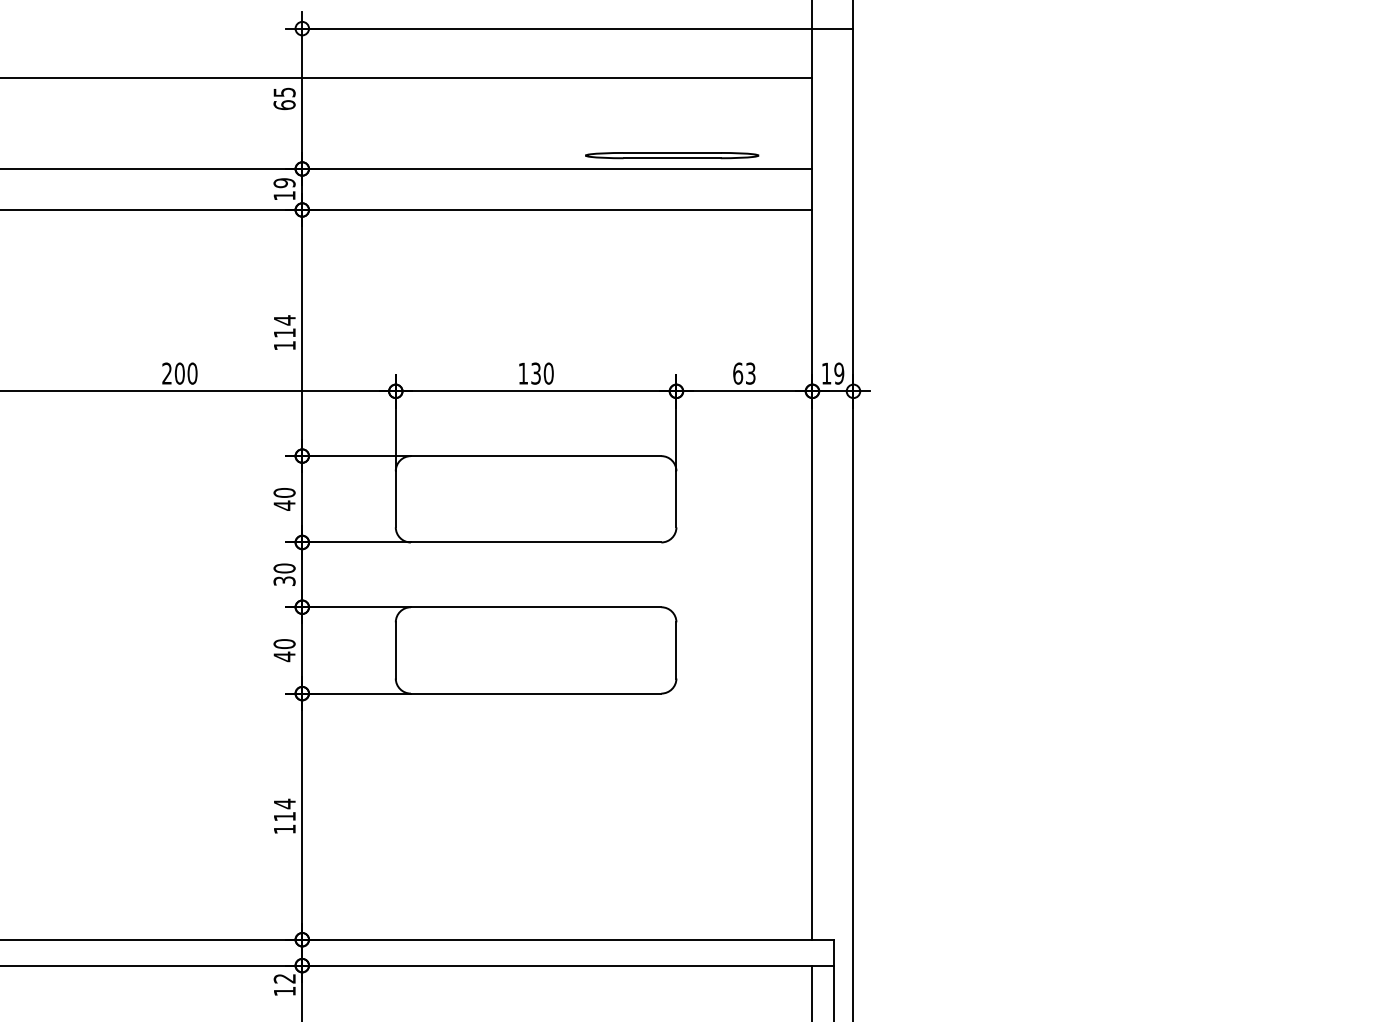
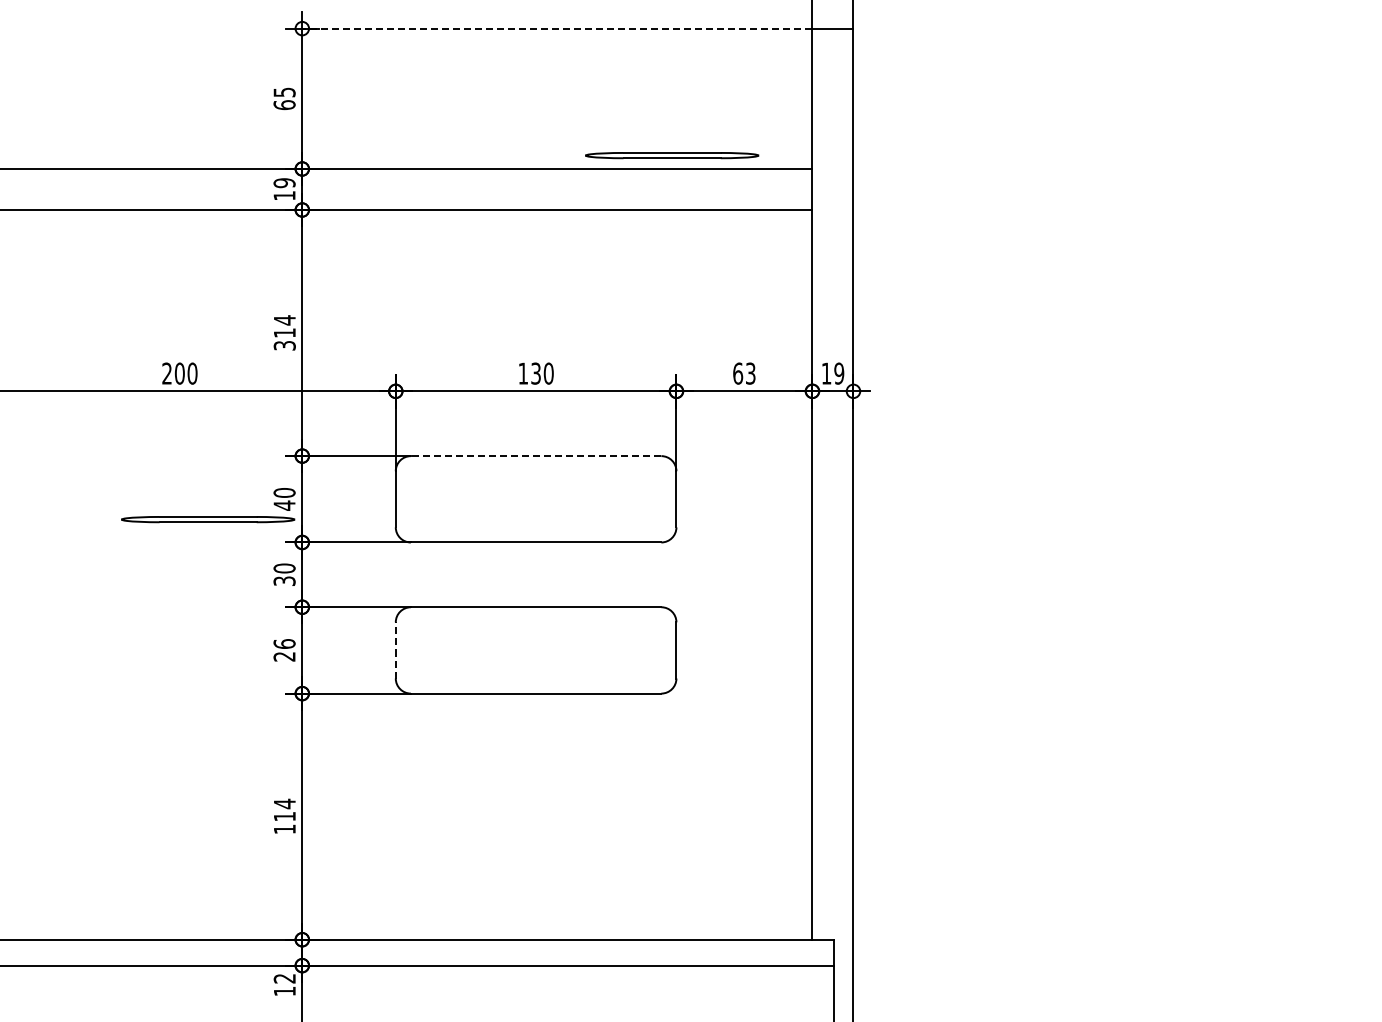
line at (556, 28): solid -> dashed
line at (407, 78): present -> none
text at (284, 345): 114 -> 314
line at (535, 456): solid -> dashed
part at (208, 519): none -> present
line at (395, 649): solid -> dashed
text at (284, 650): 40 -> 26
line at (812, 991): present -> none
